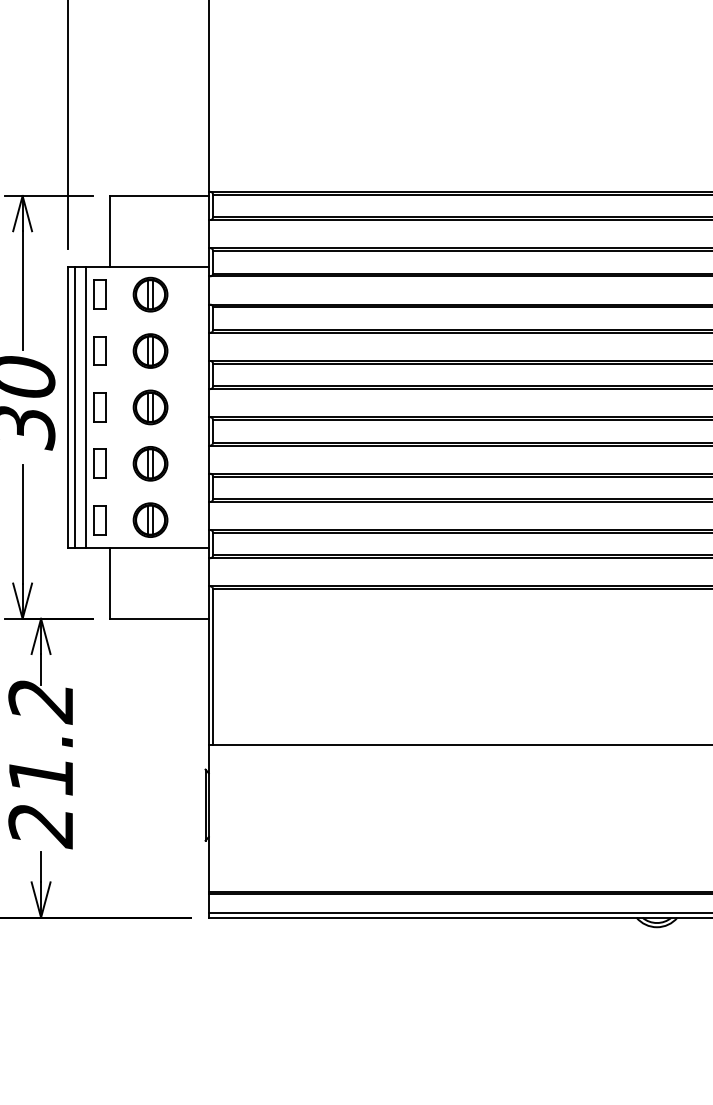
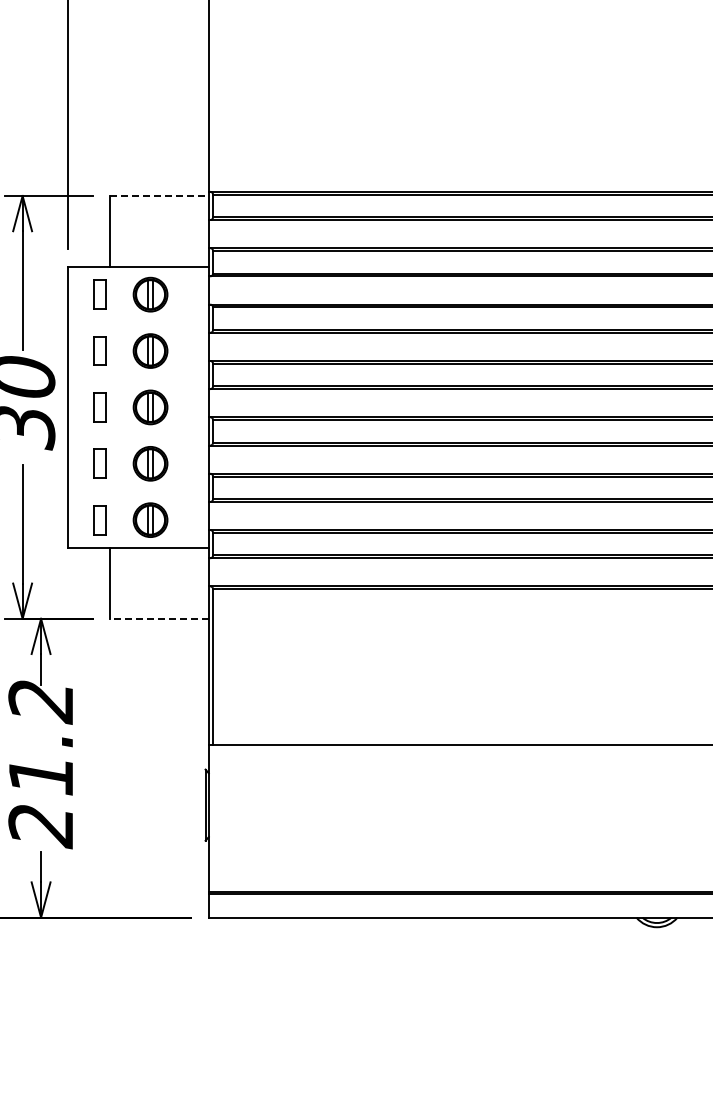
line at (160, 196): solid -> dashed
line at (75, 407): present -> none
line at (86, 407): present -> none
line at (159, 618): solid -> dashed
line at (458, 912): present -> none
